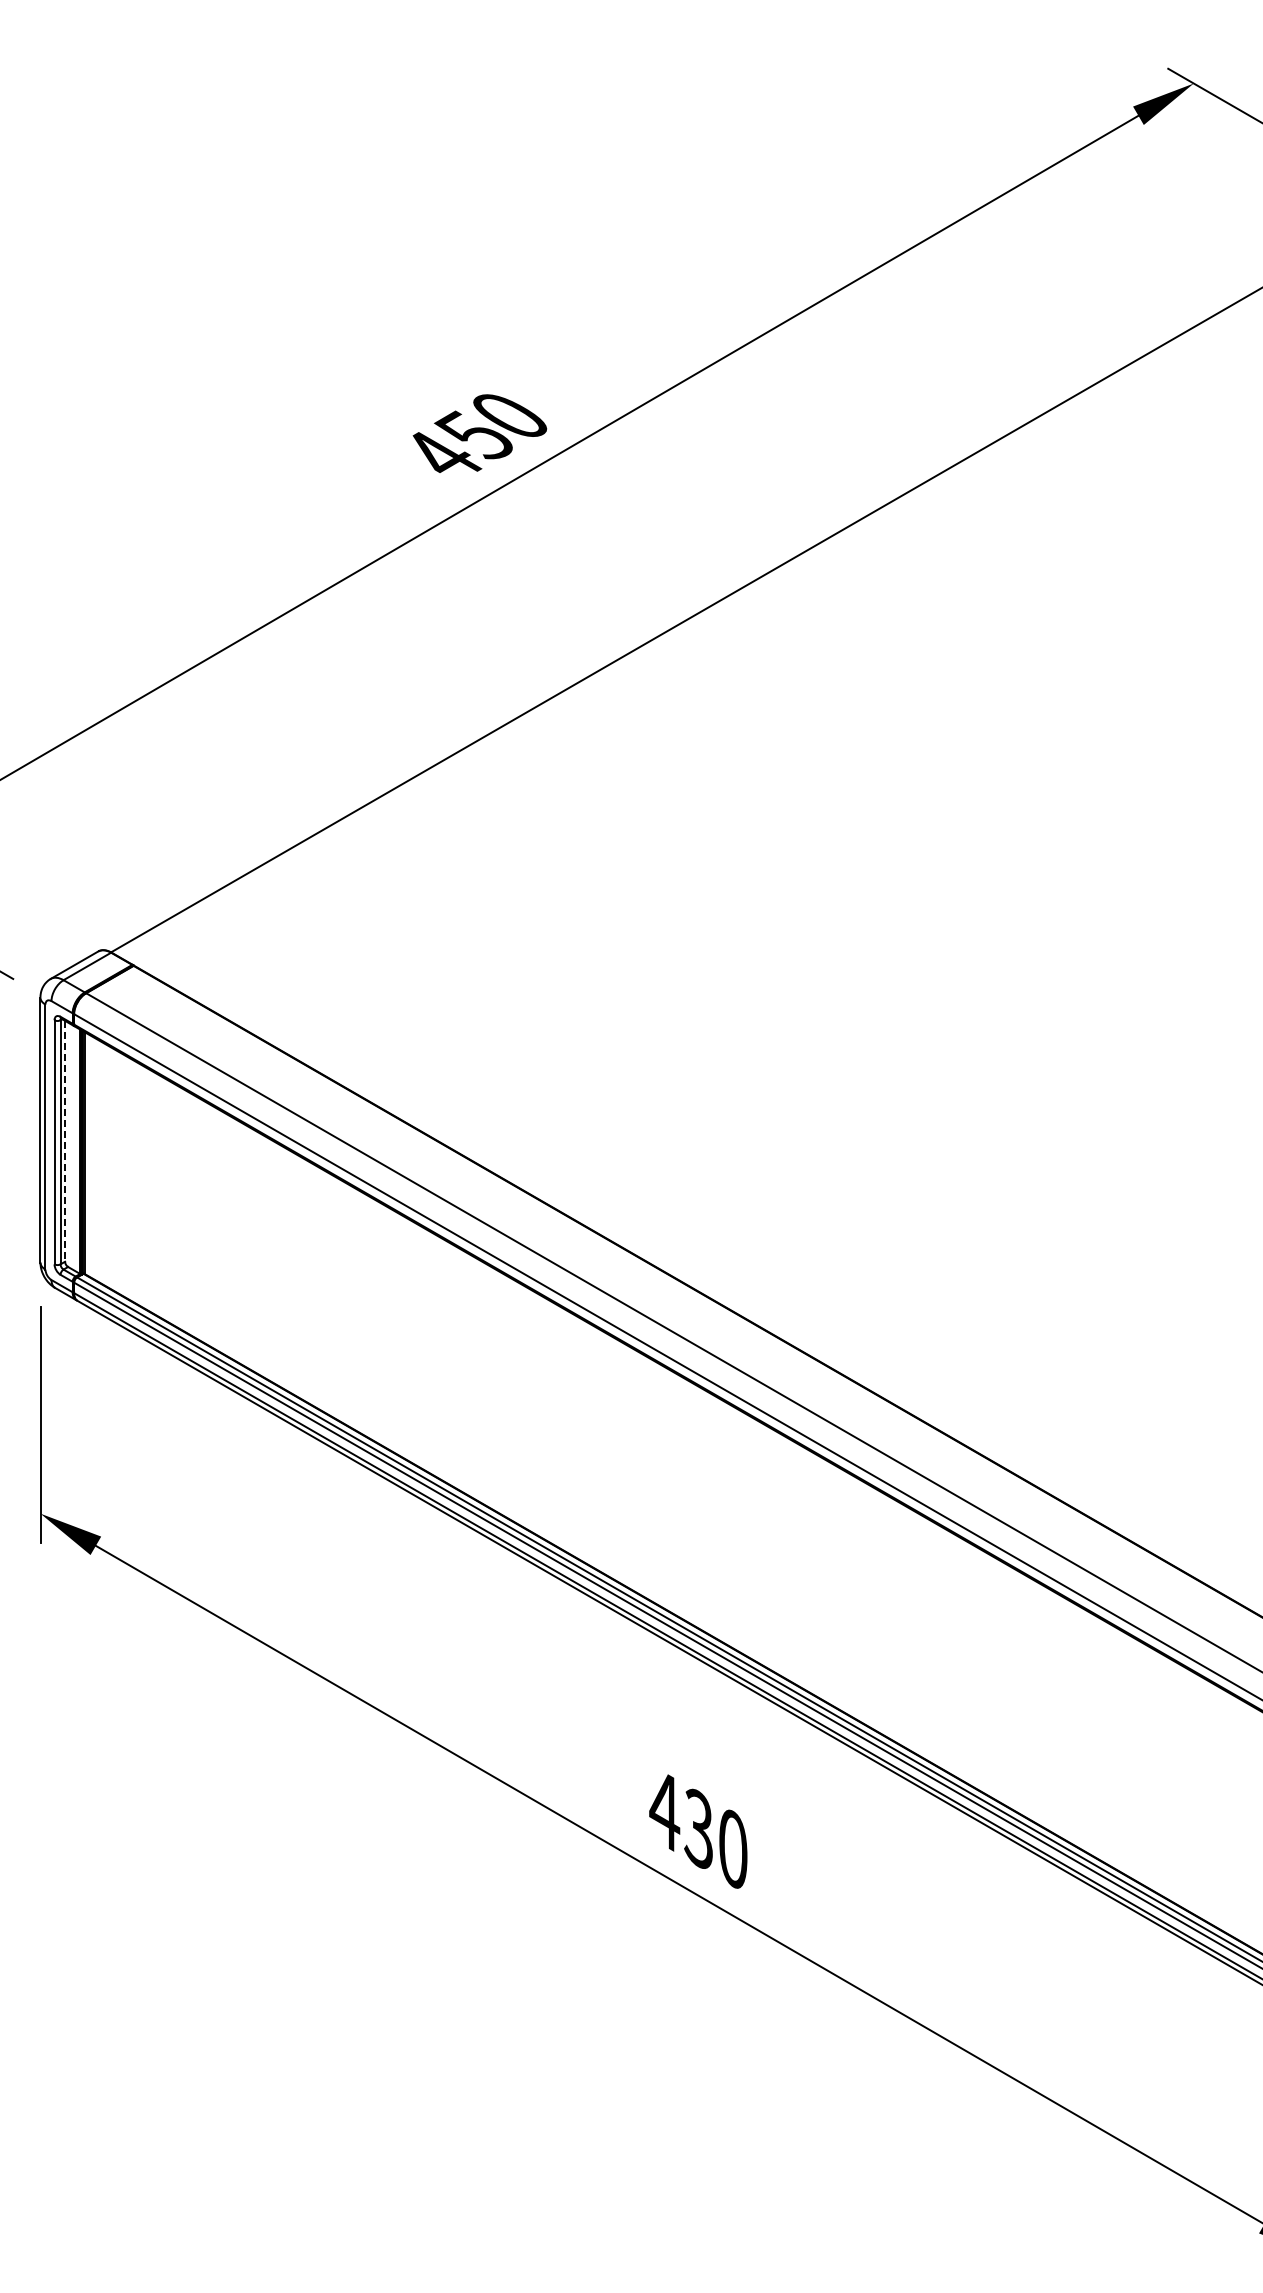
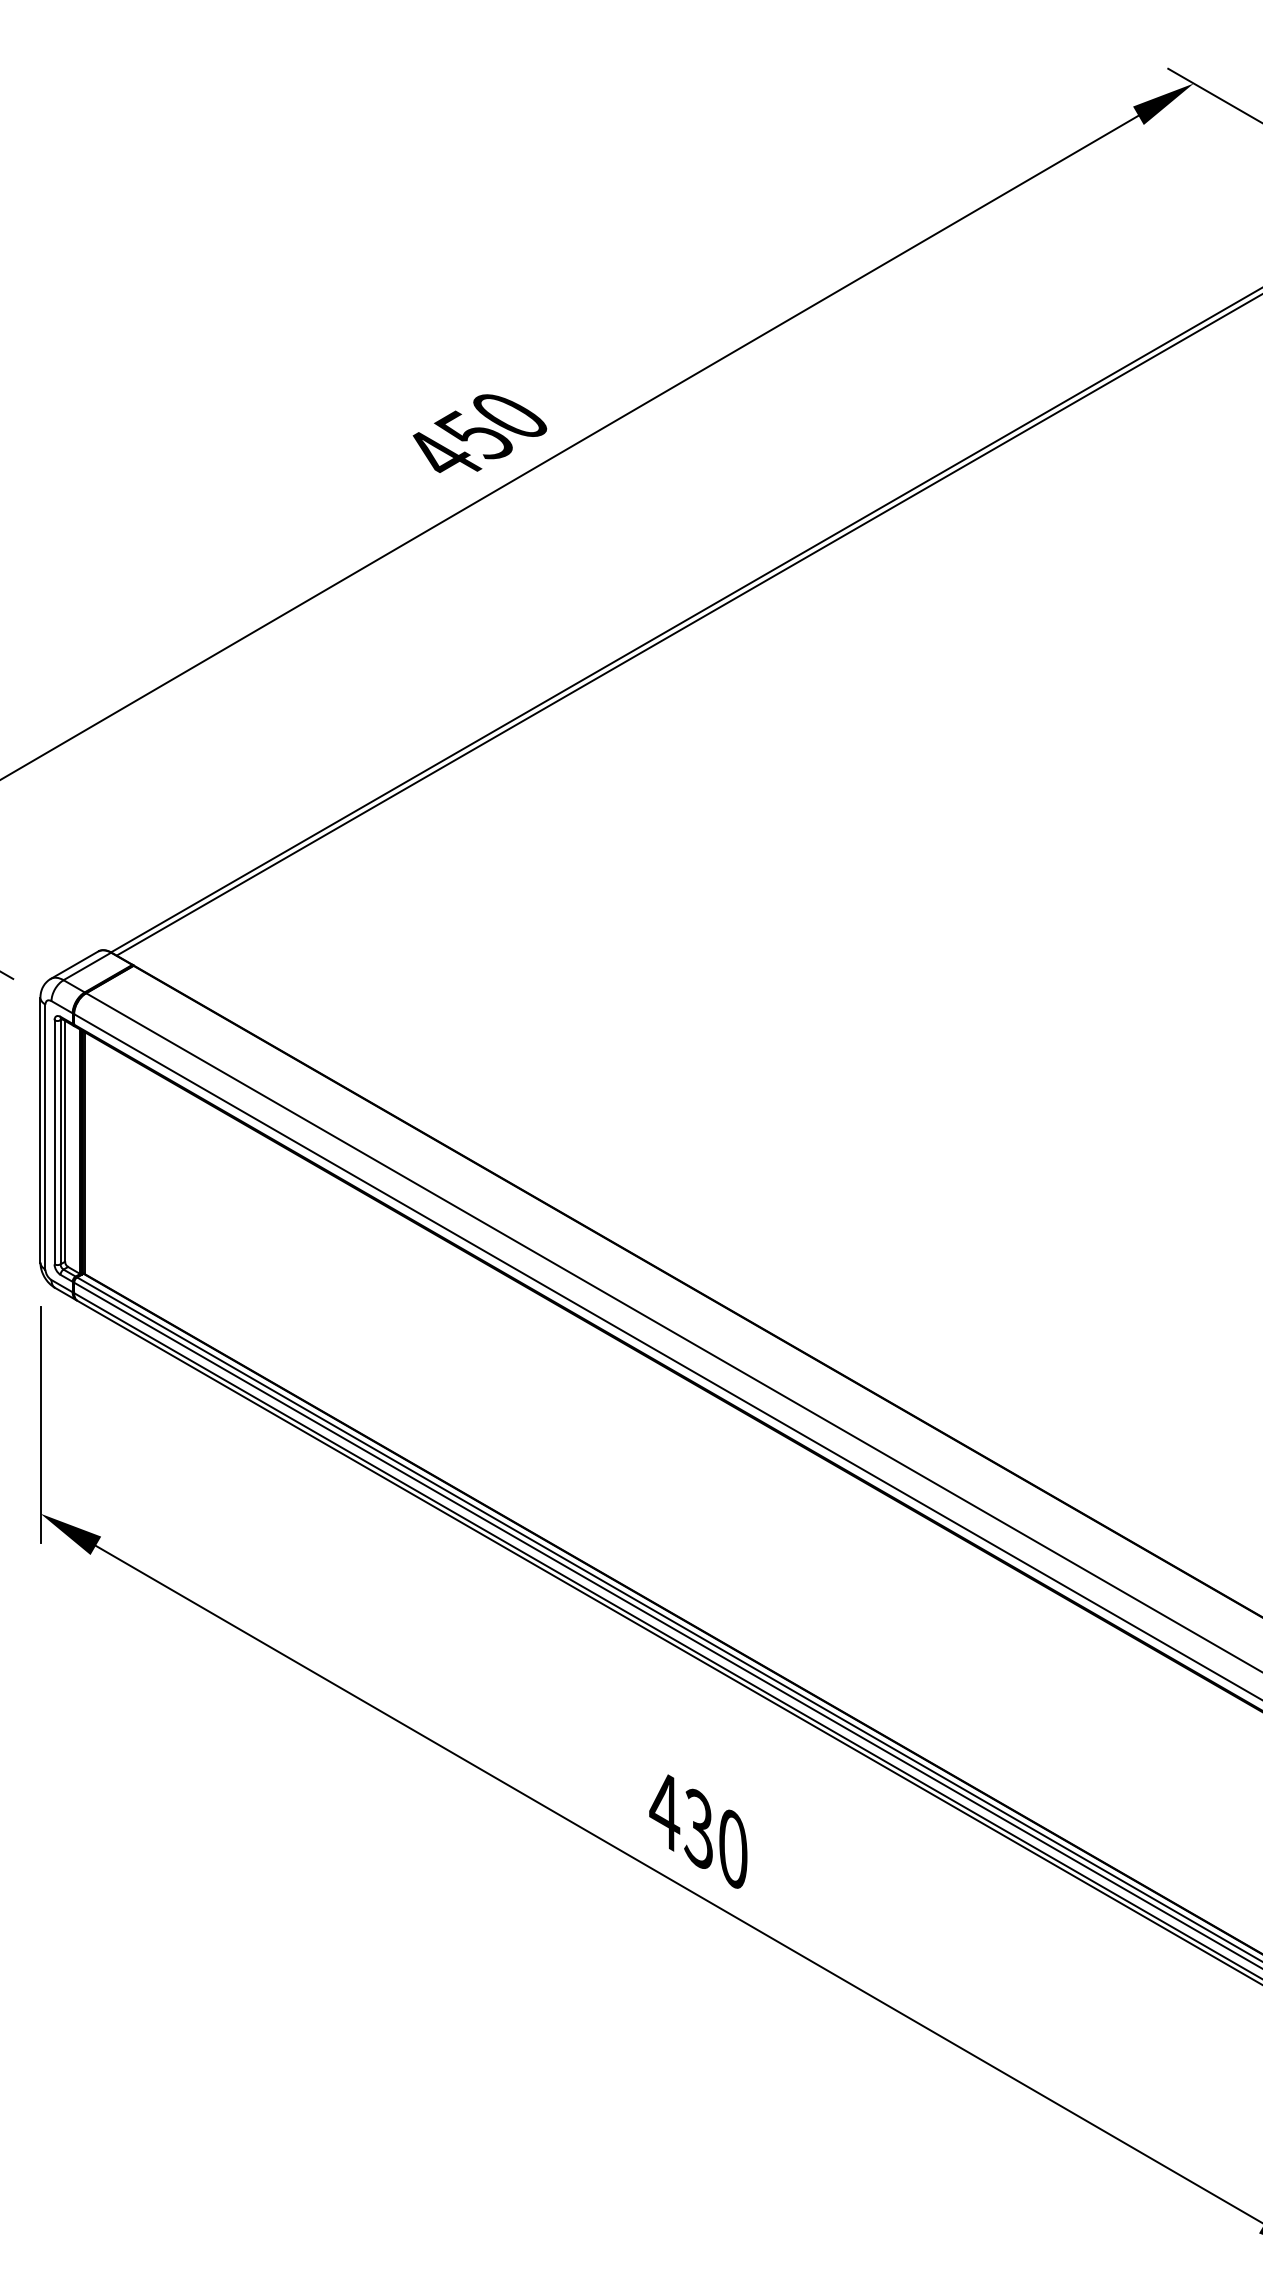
line at (687, 625): none -> present
line at (65, 1141): dashed -> solid
